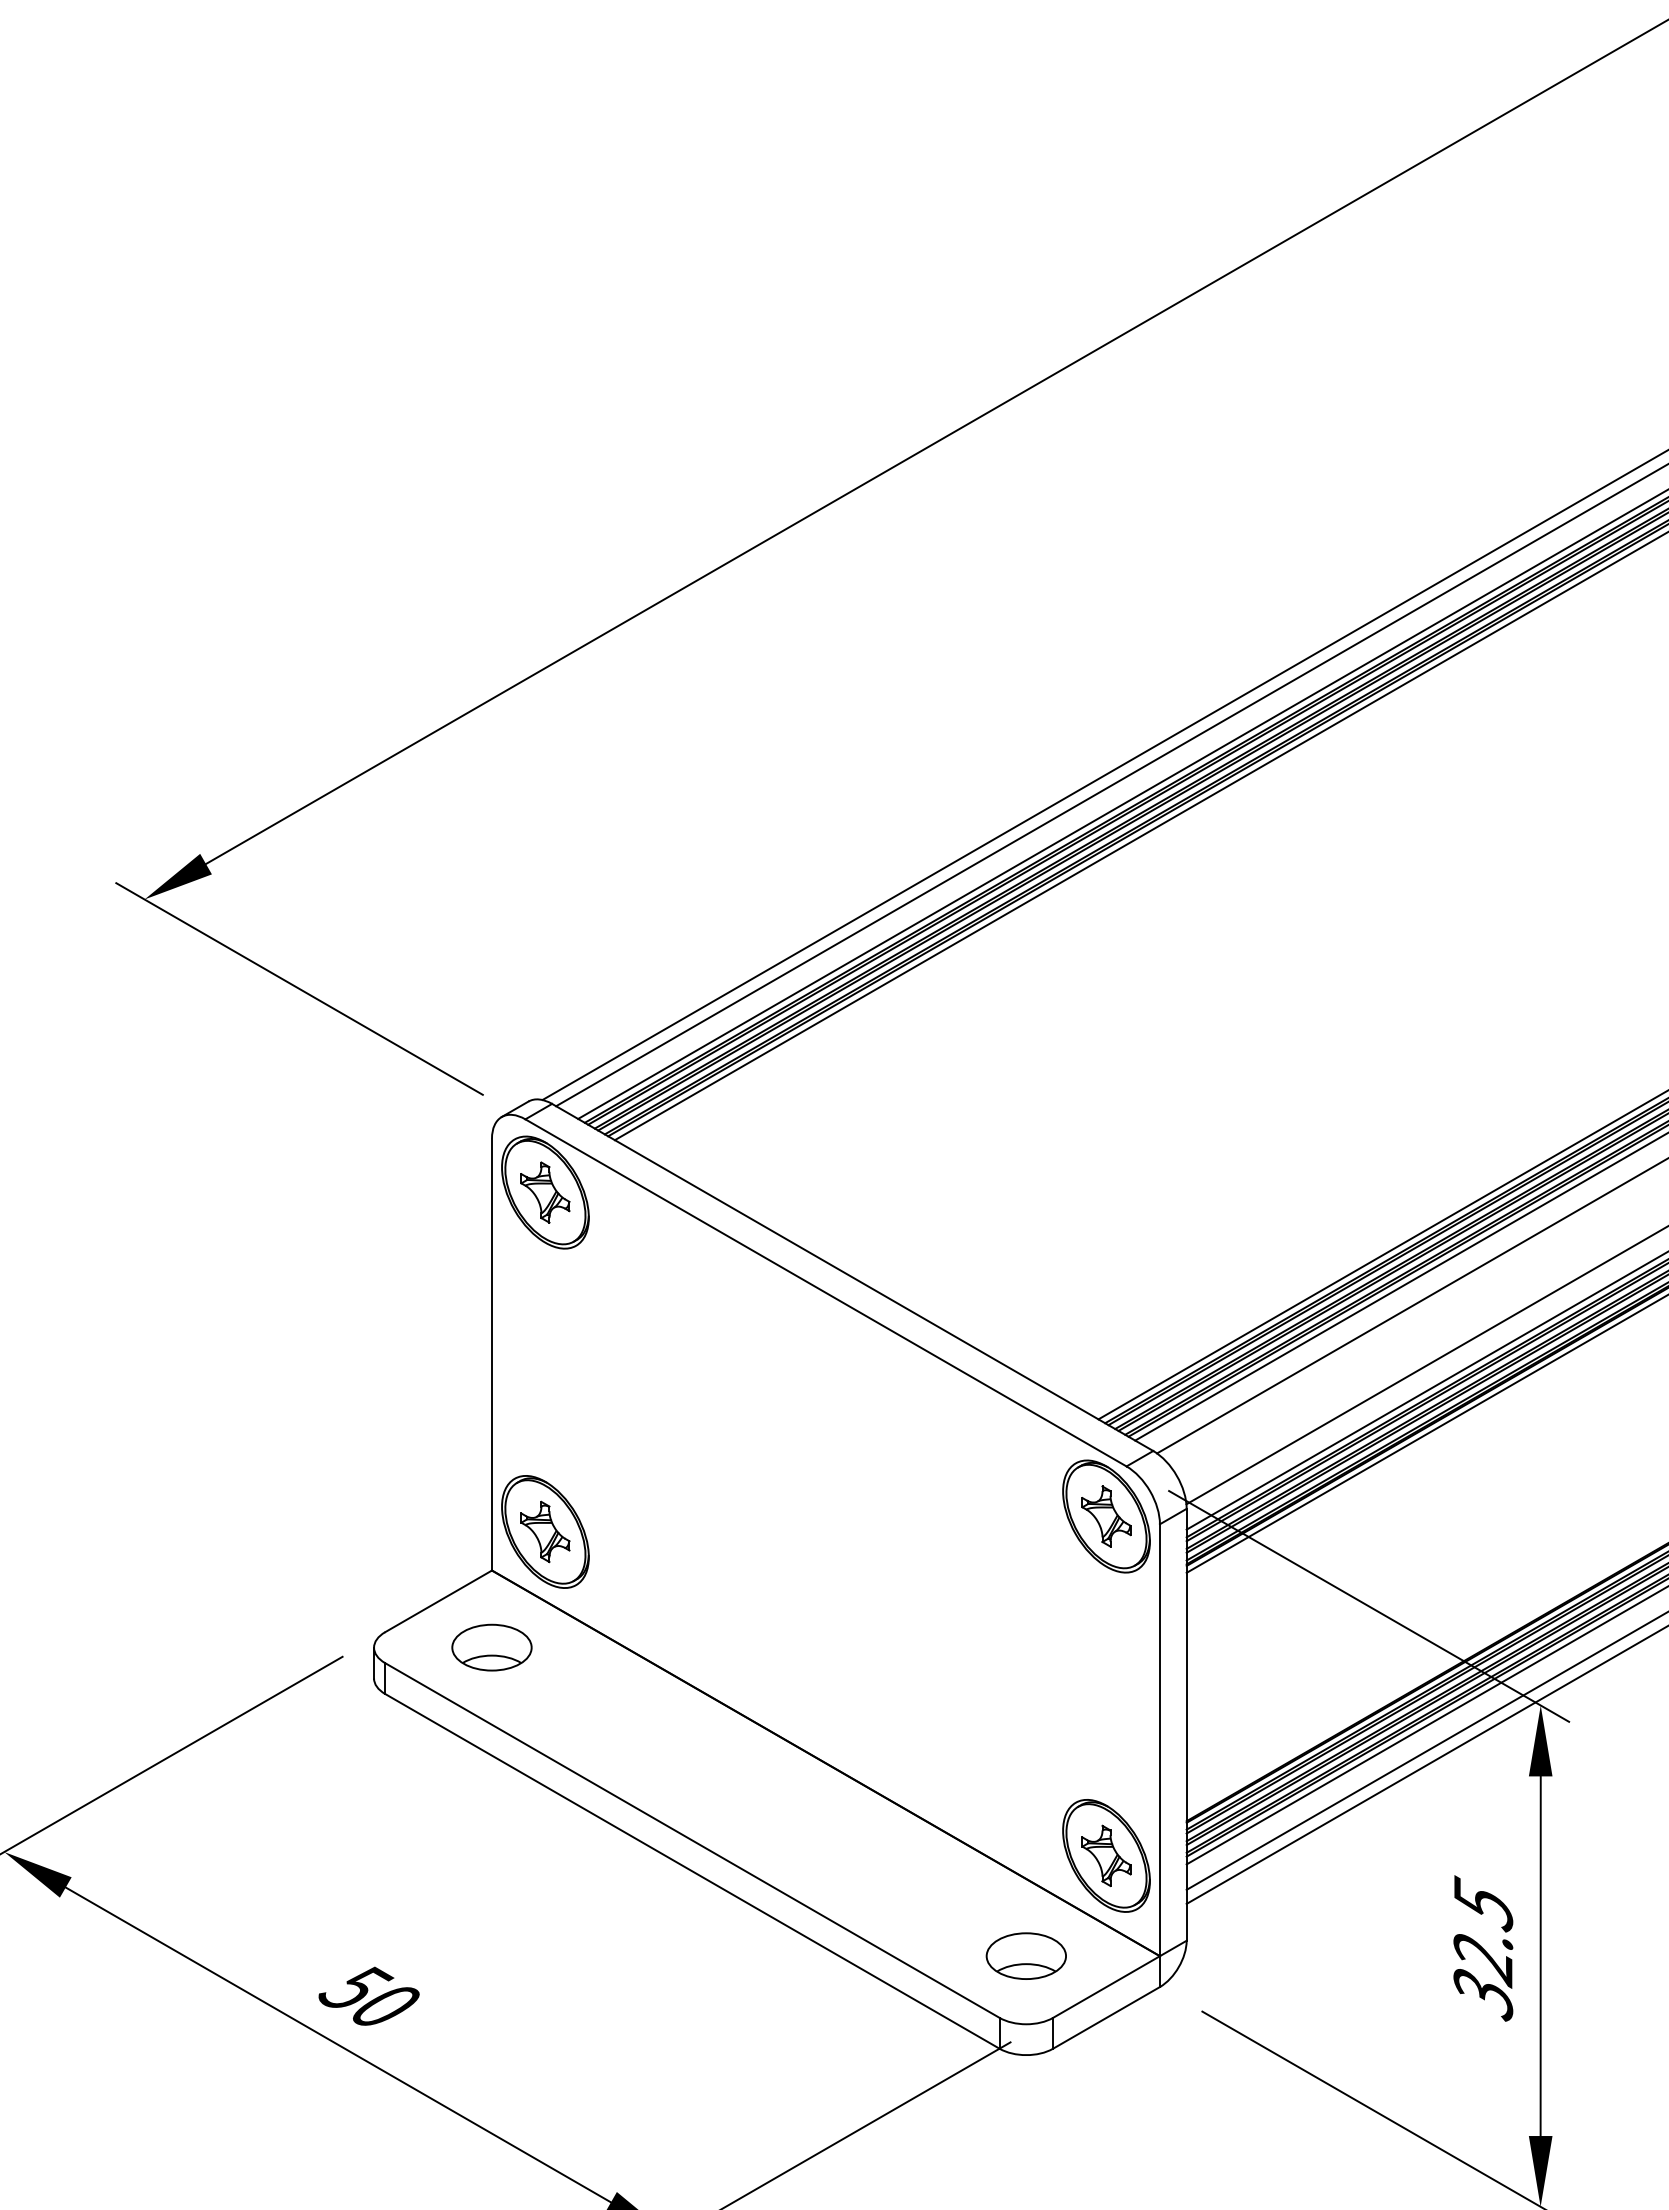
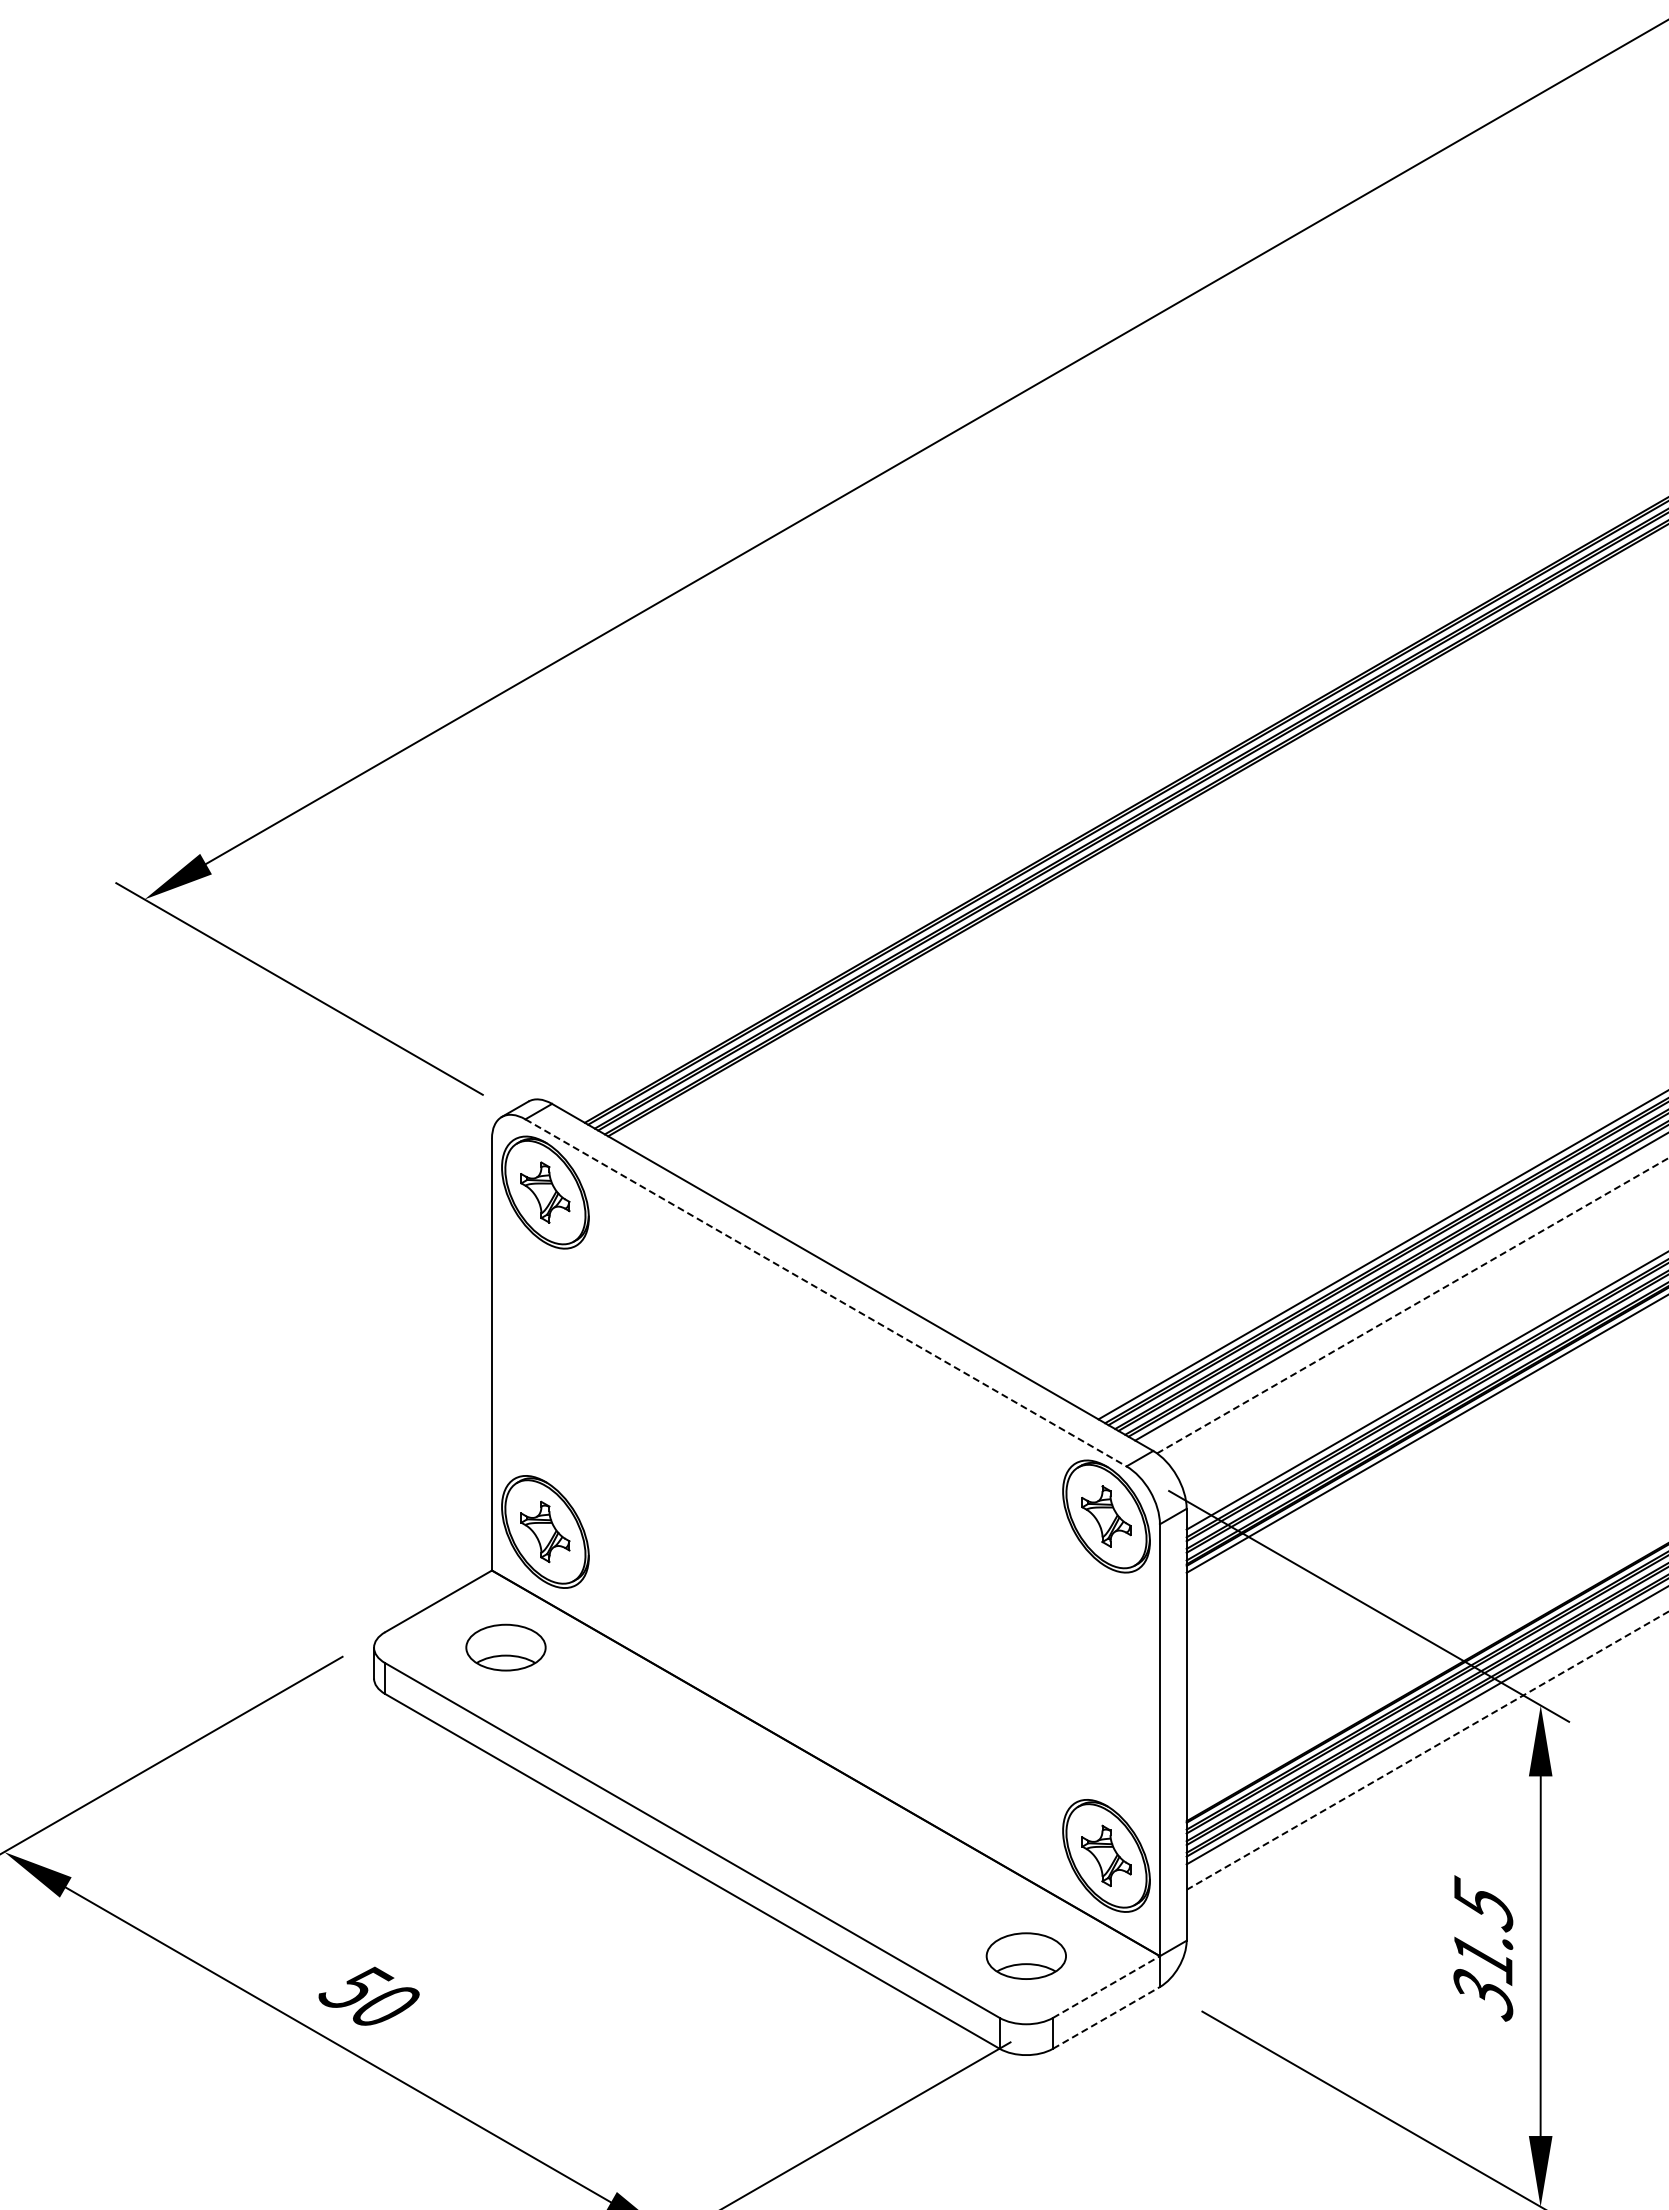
line at (1103, 775): present -> none
line at (1110, 785): present -> none
line at (1121, 804): present -> none
line at (1139, 836): present -> none
line at (826, 1293): solid -> dashed
line at (1413, 1305): solid -> dashed
line at (1425, 1365): present -> none
part at (491, 1647) position: (491, 1647) -> (505, 1647)
line at (1428, 1750): solid -> dashed
line at (1425, 1765): present -> none
text at (1482, 1961): 32.5 -> 31.5
line at (1106, 1987): solid -> dashed
line at (1106, 2017): solid -> dashed
